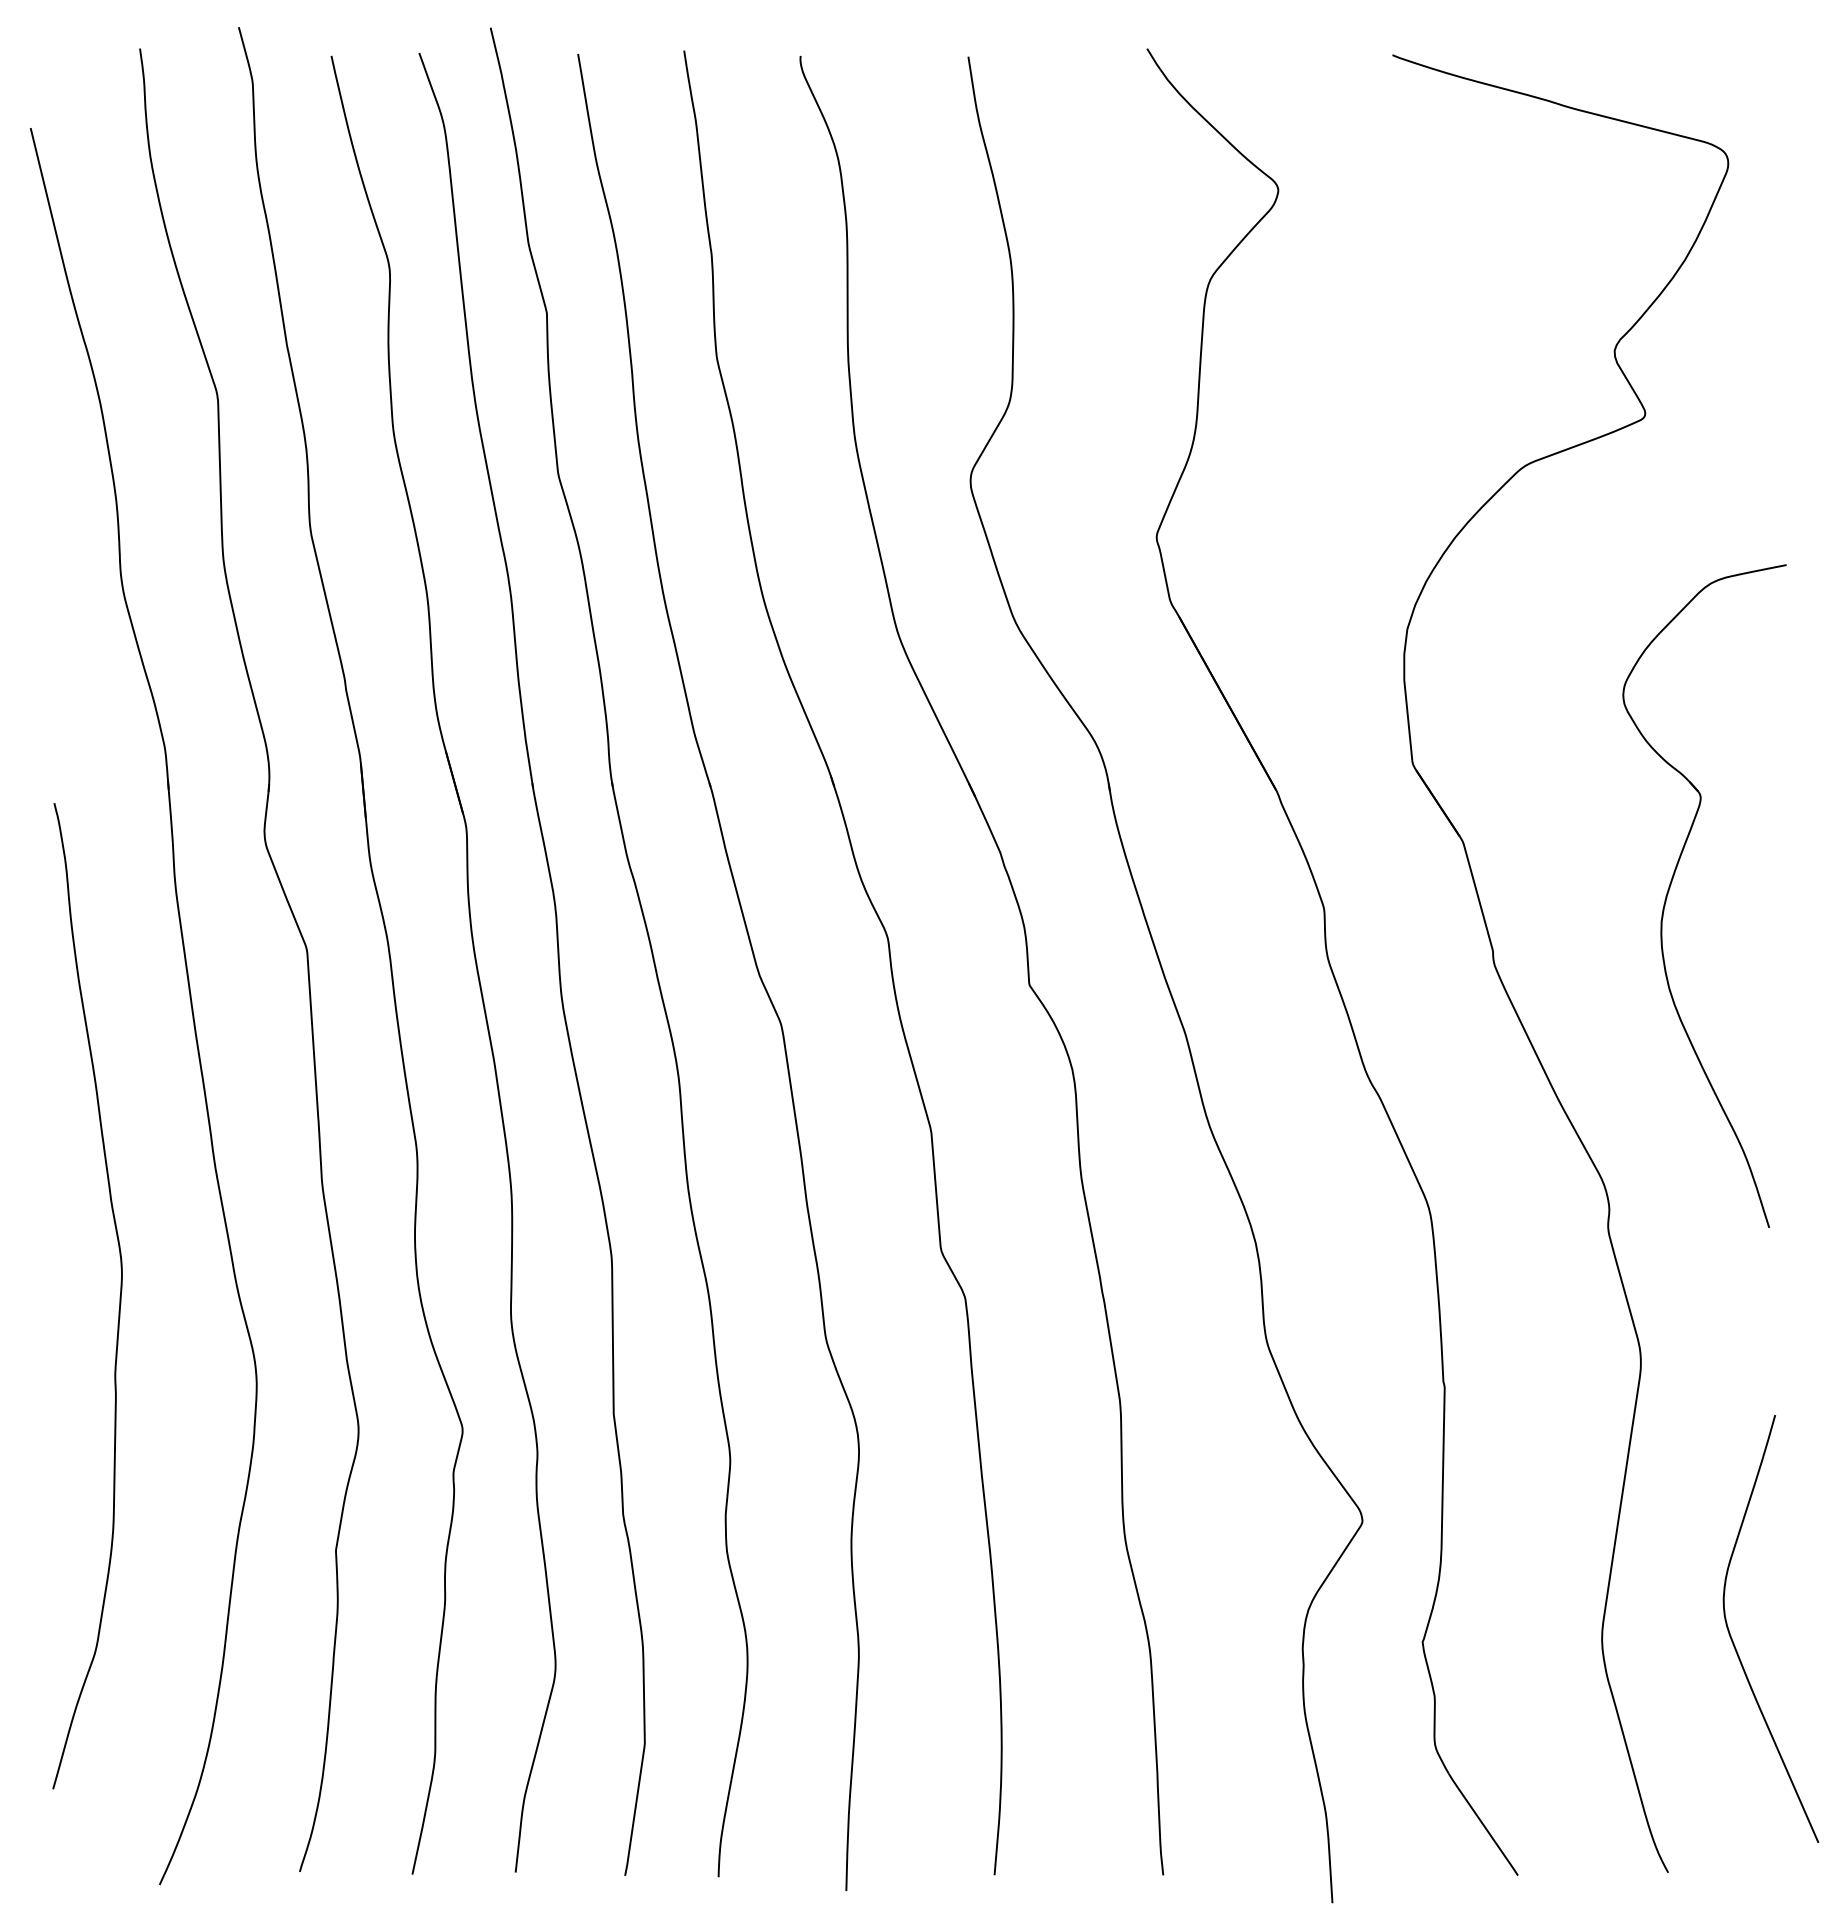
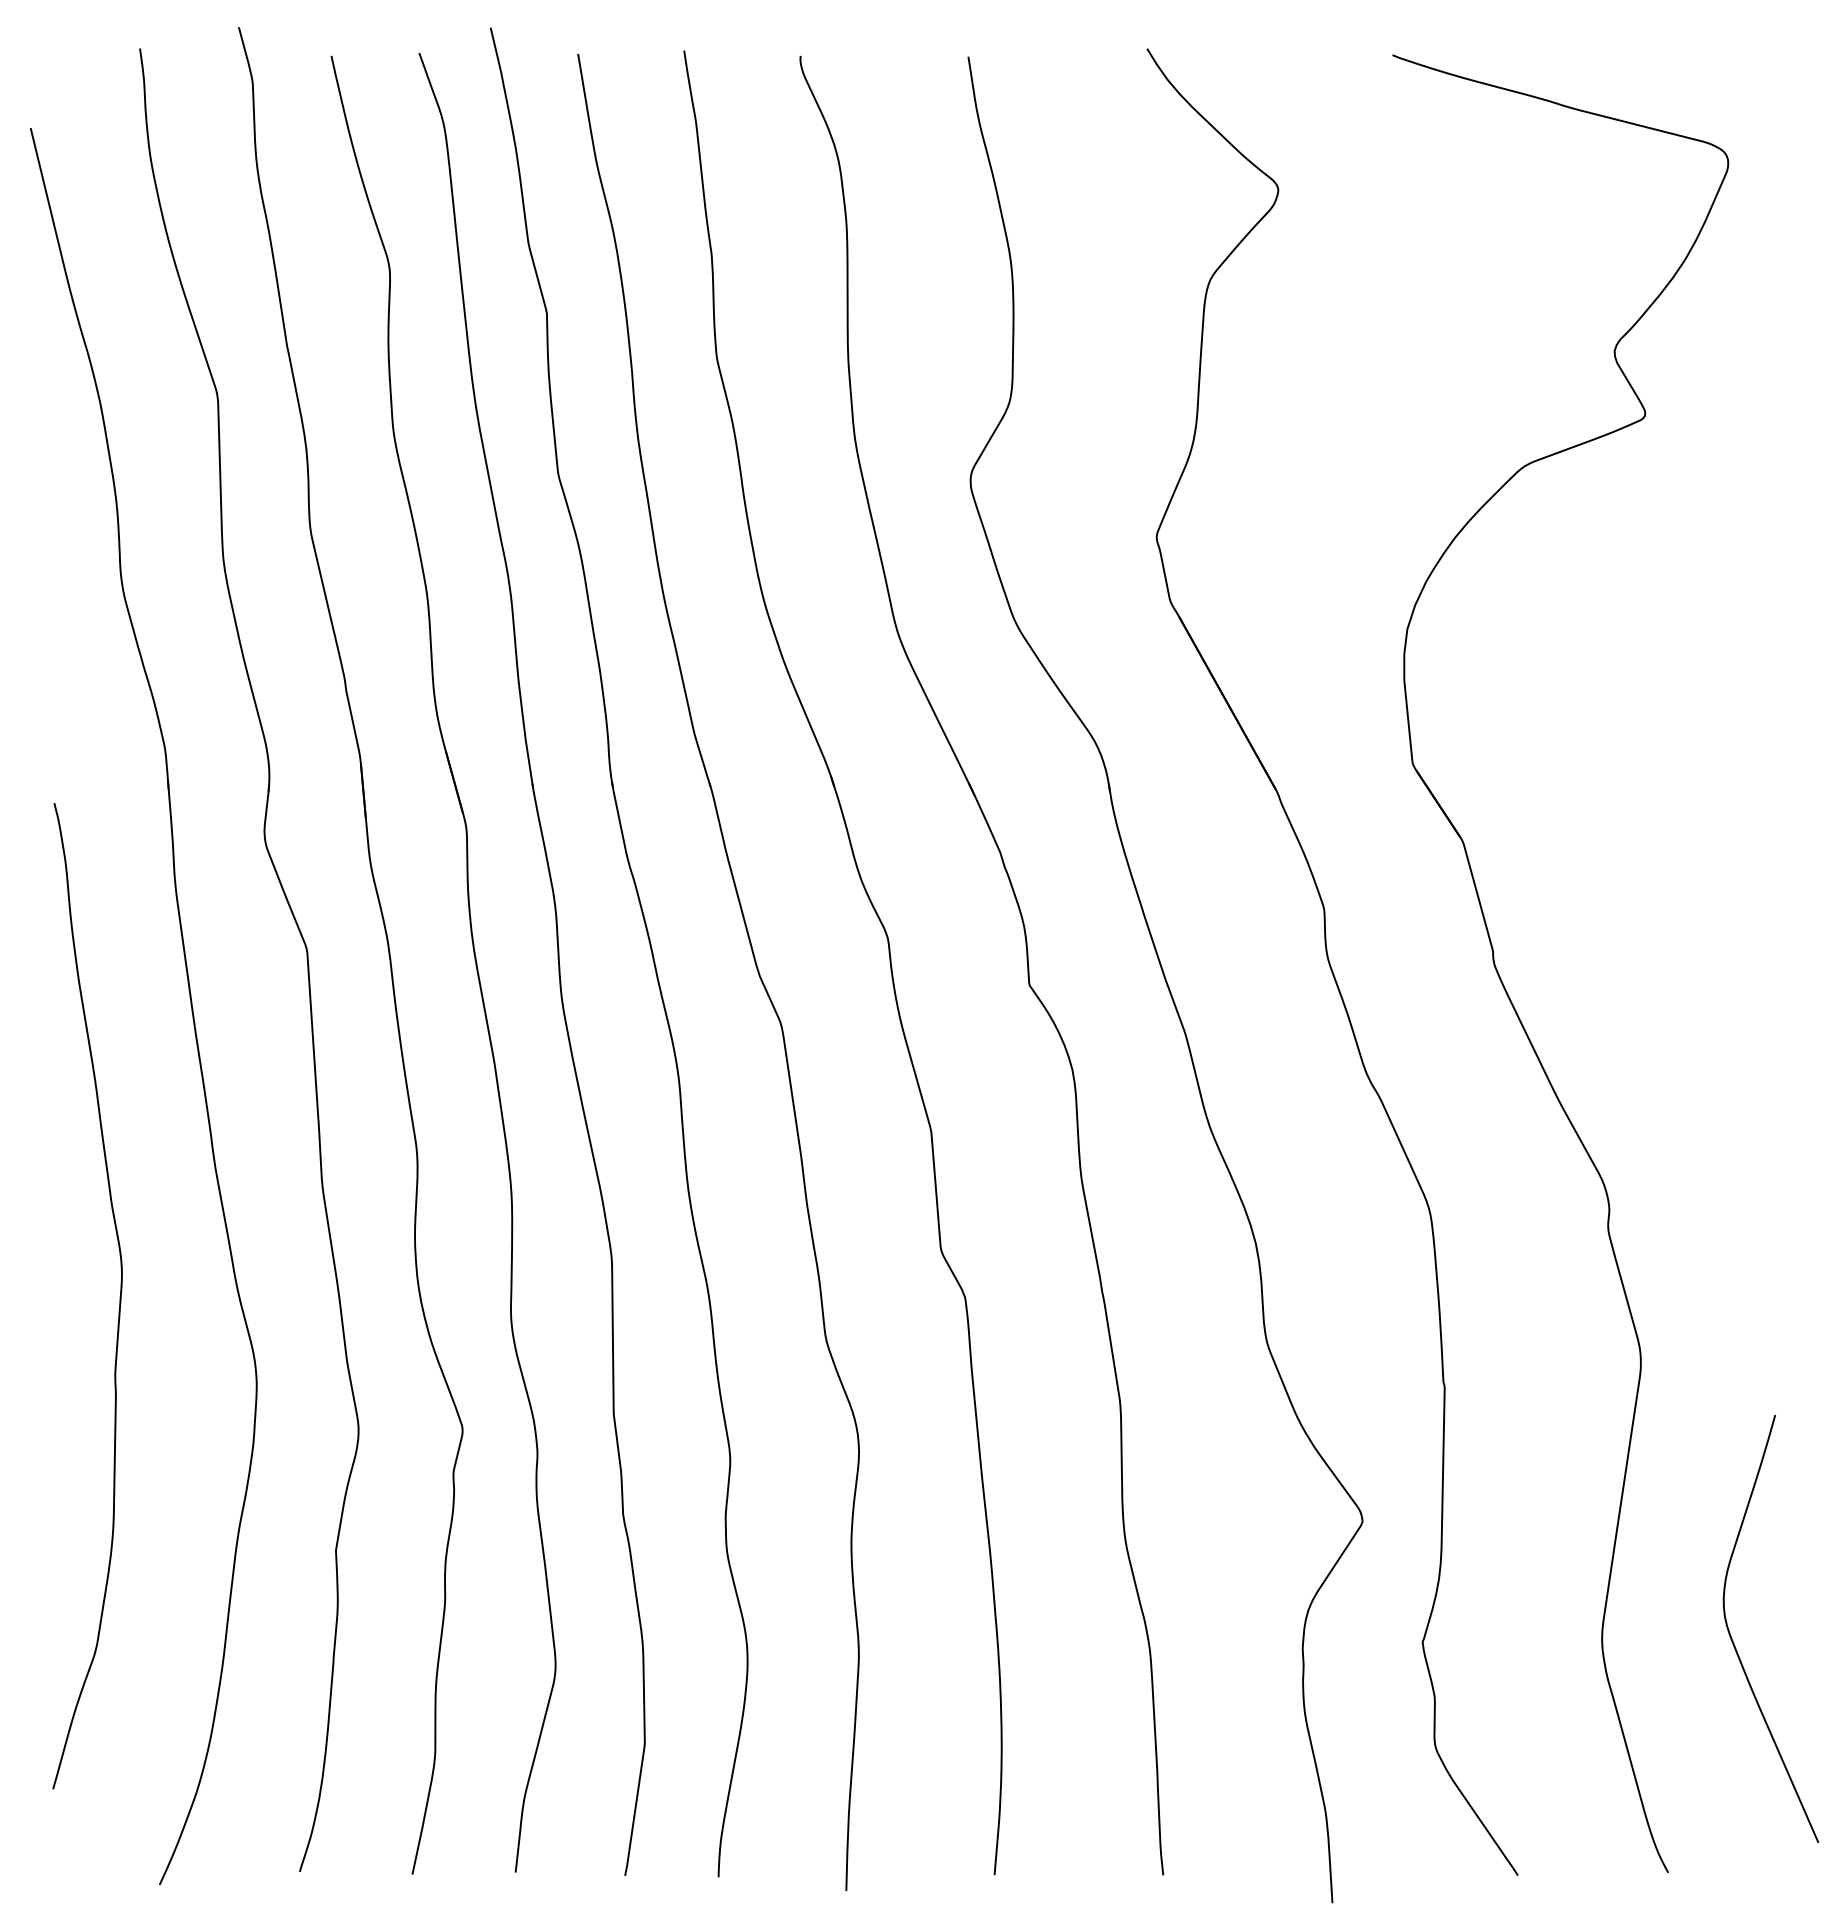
part at (1671, 885): present -> none
